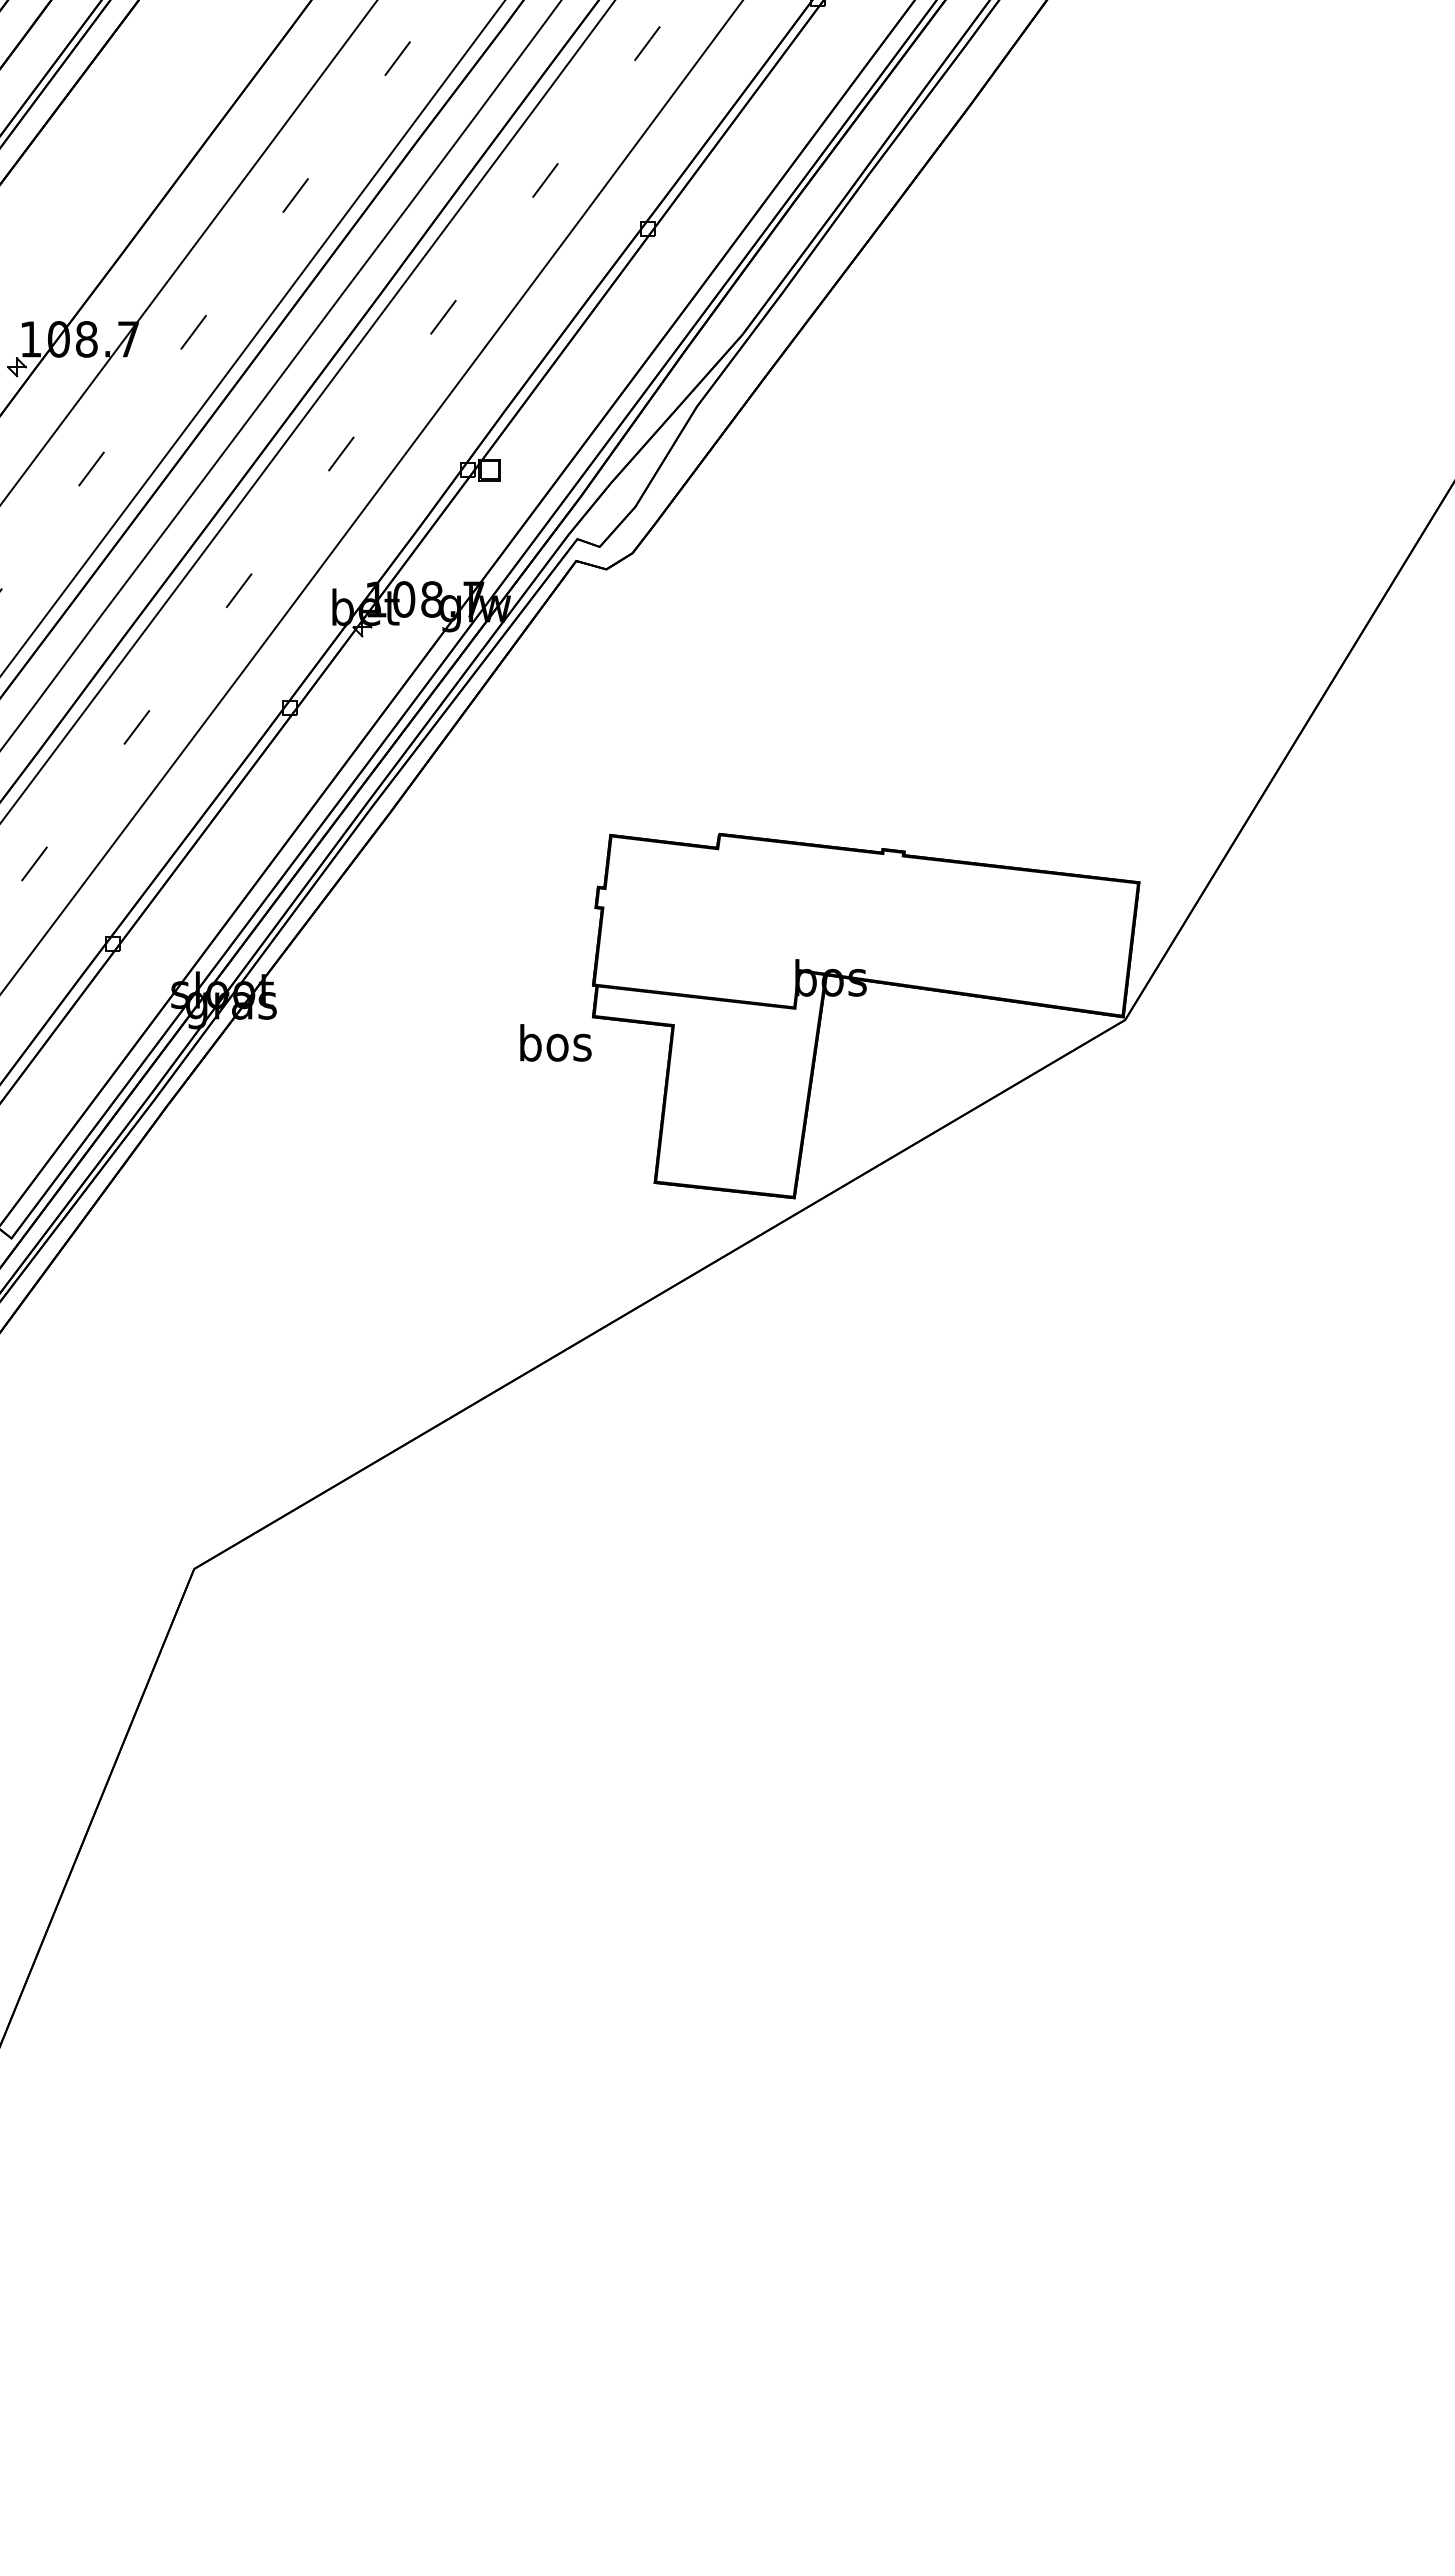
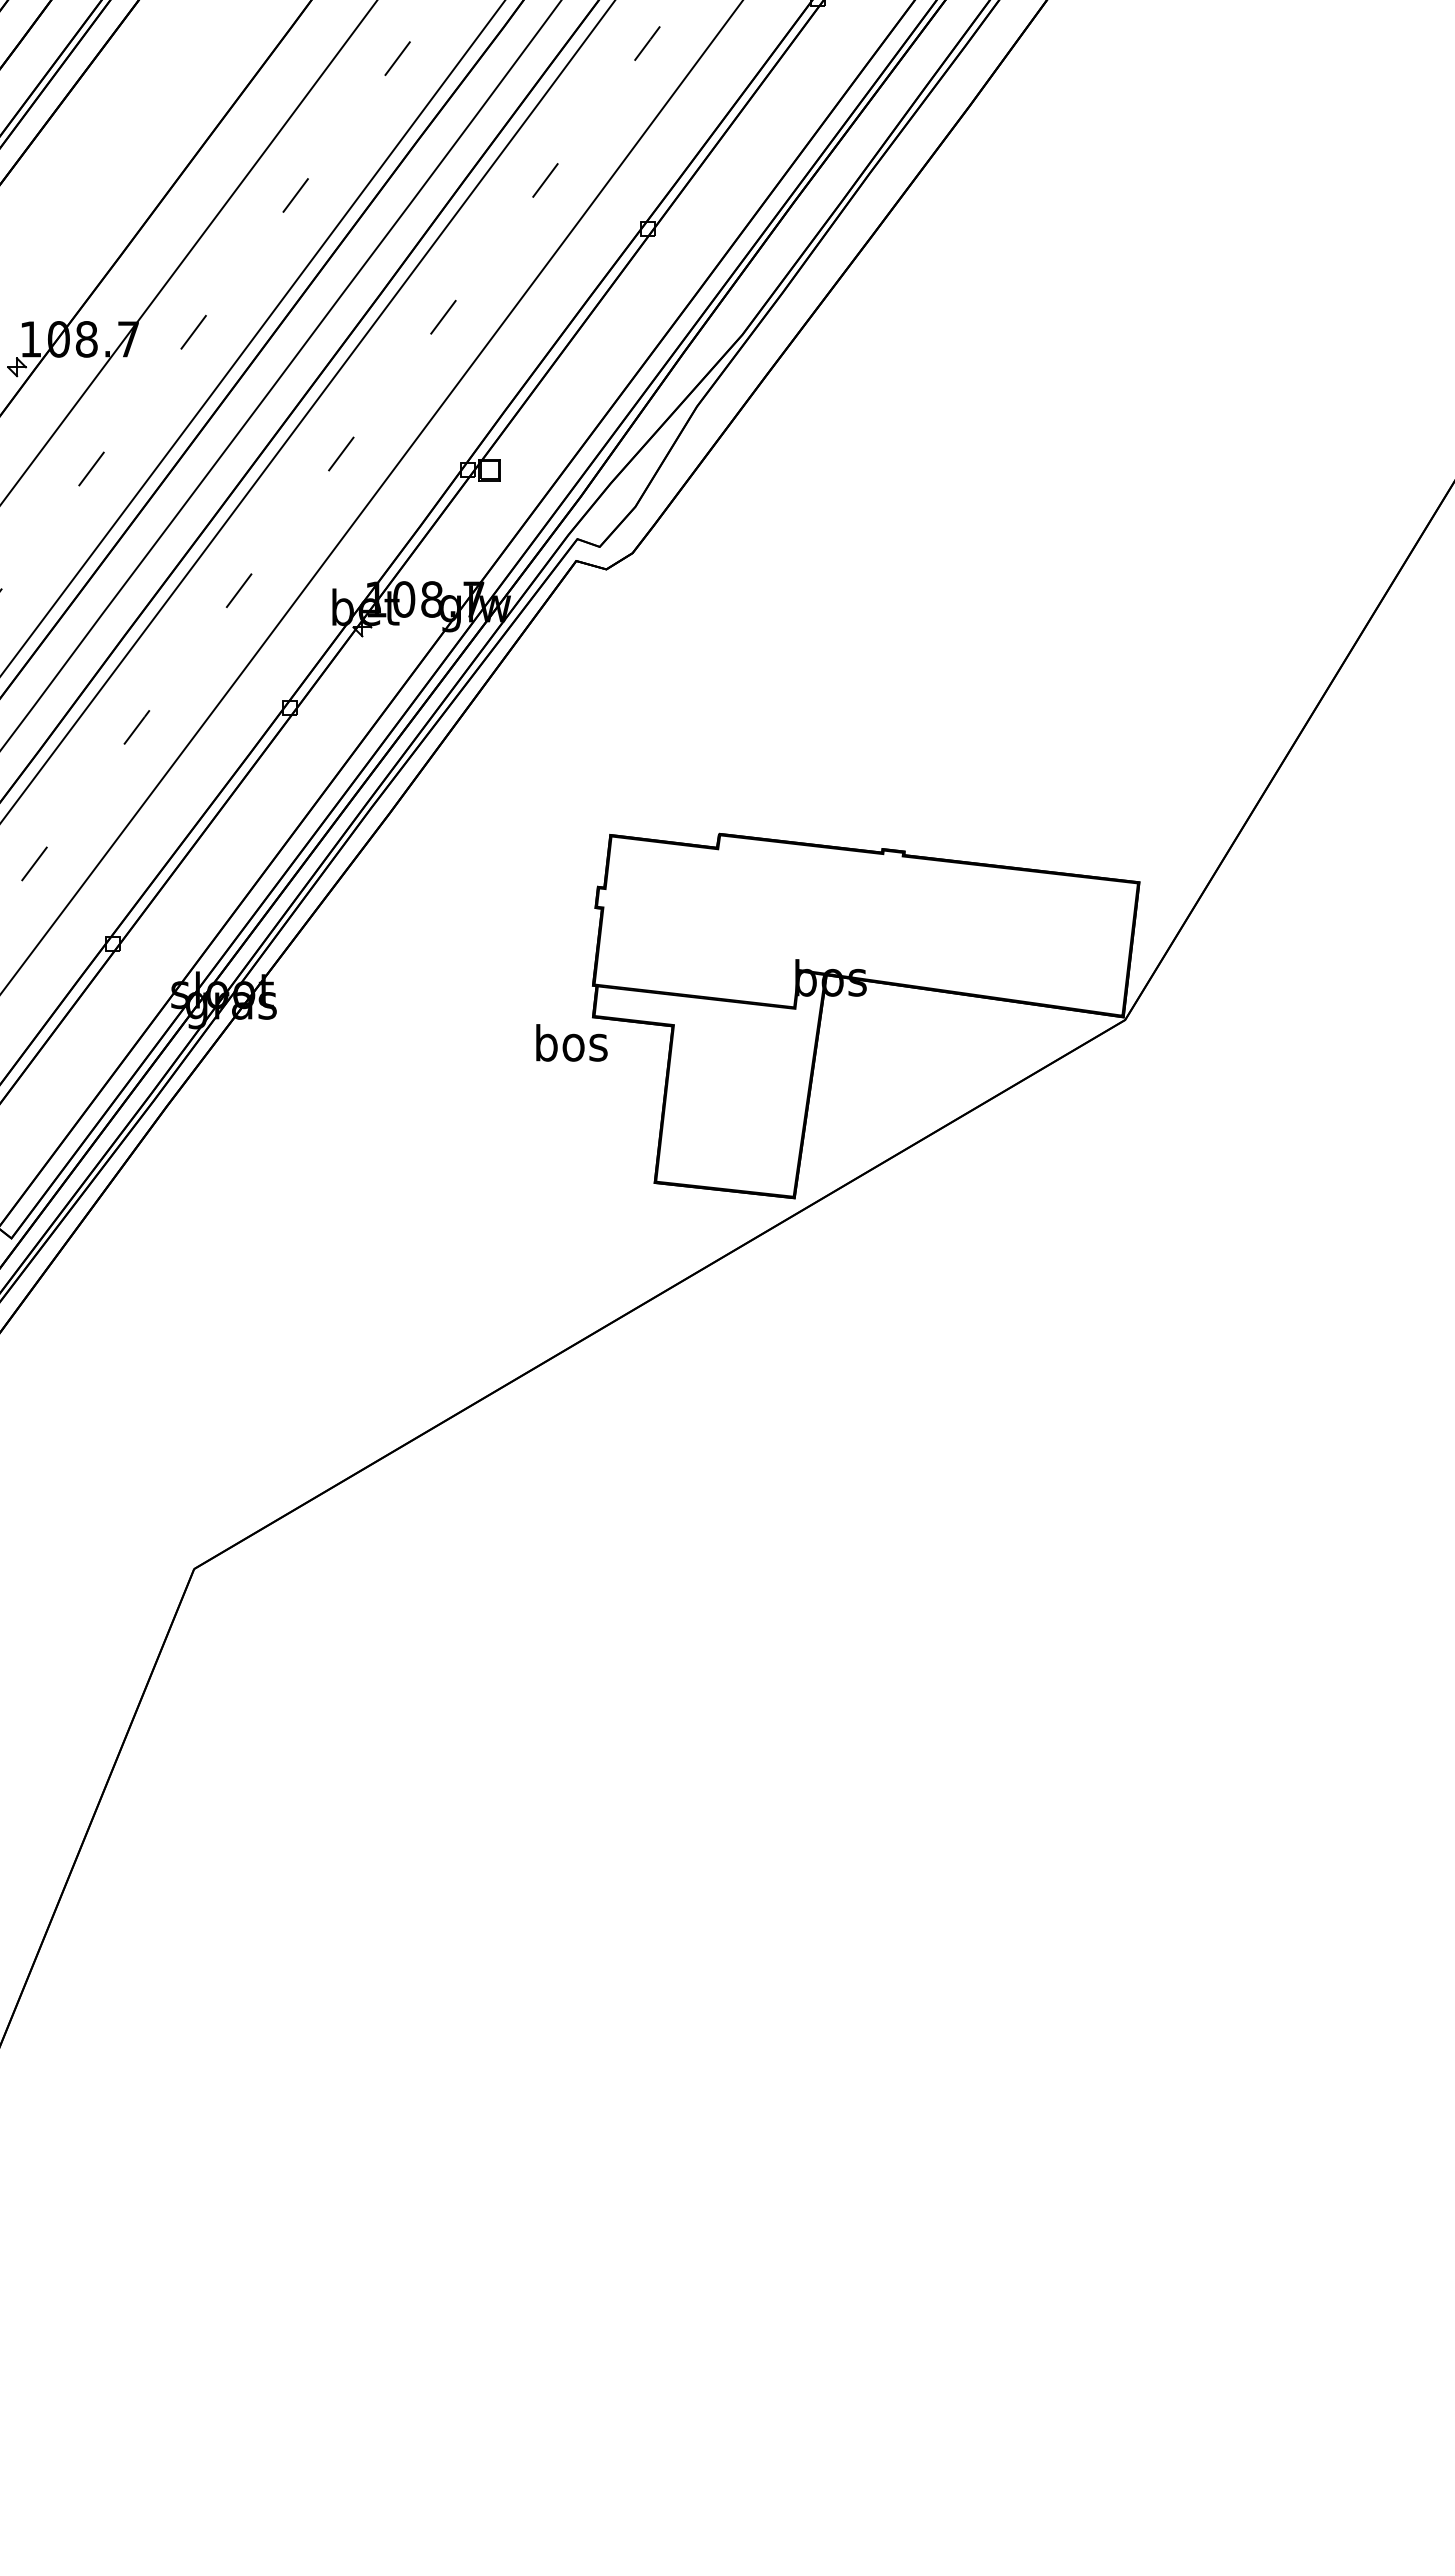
text at (555, 1042) position: (555, 1042) -> (571, 1042)
